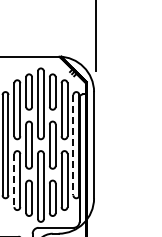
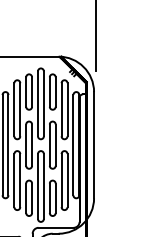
line at (73, 145): dashed -> solid
line at (14, 180): dashed -> solid
